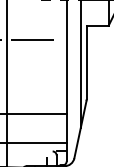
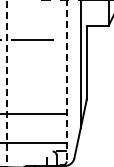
line at (66, 81): solid -> dashed
line at (6, 83): solid -> dashed
